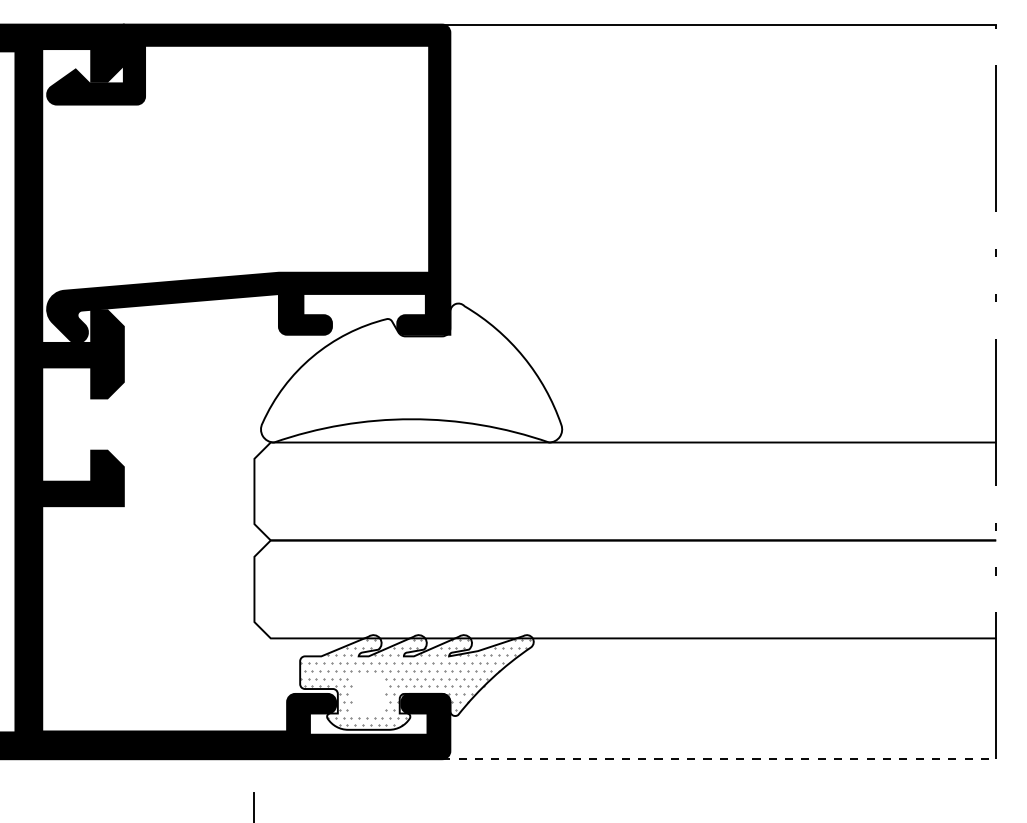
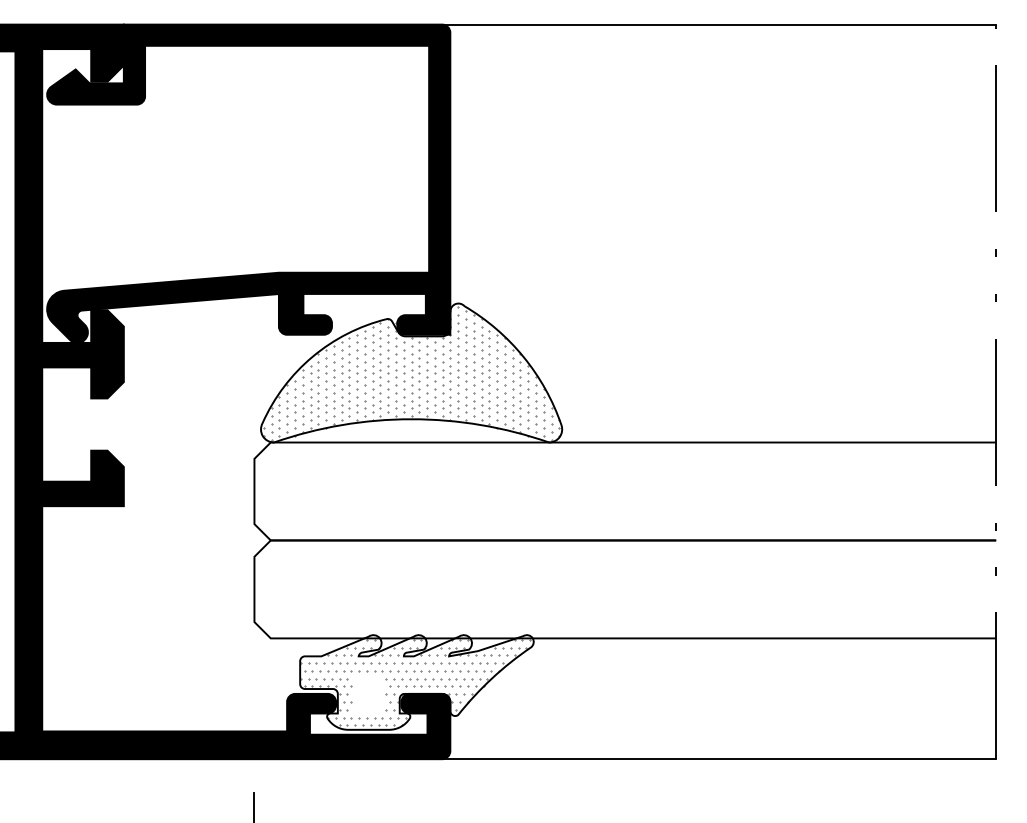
hatch at (411, 373): none -> present
line at (719, 759): dashed -> solid
